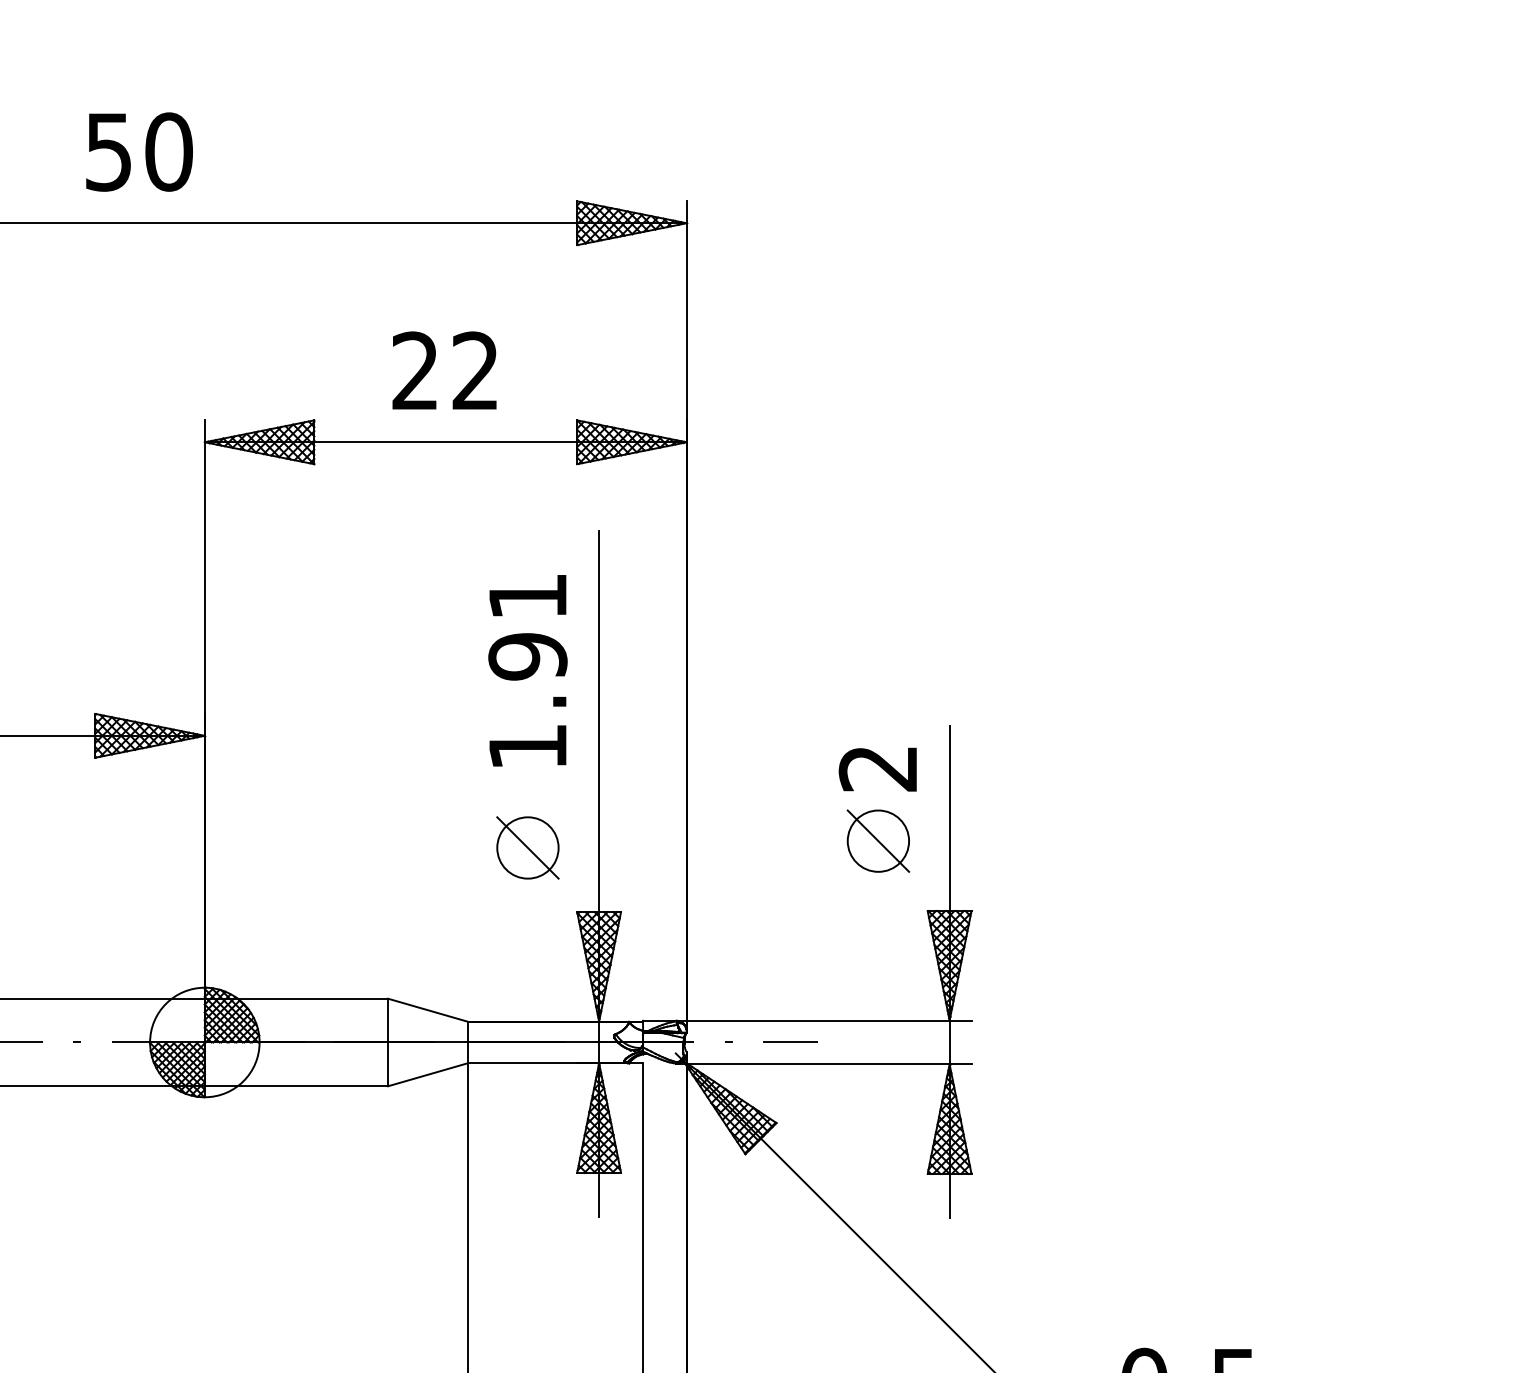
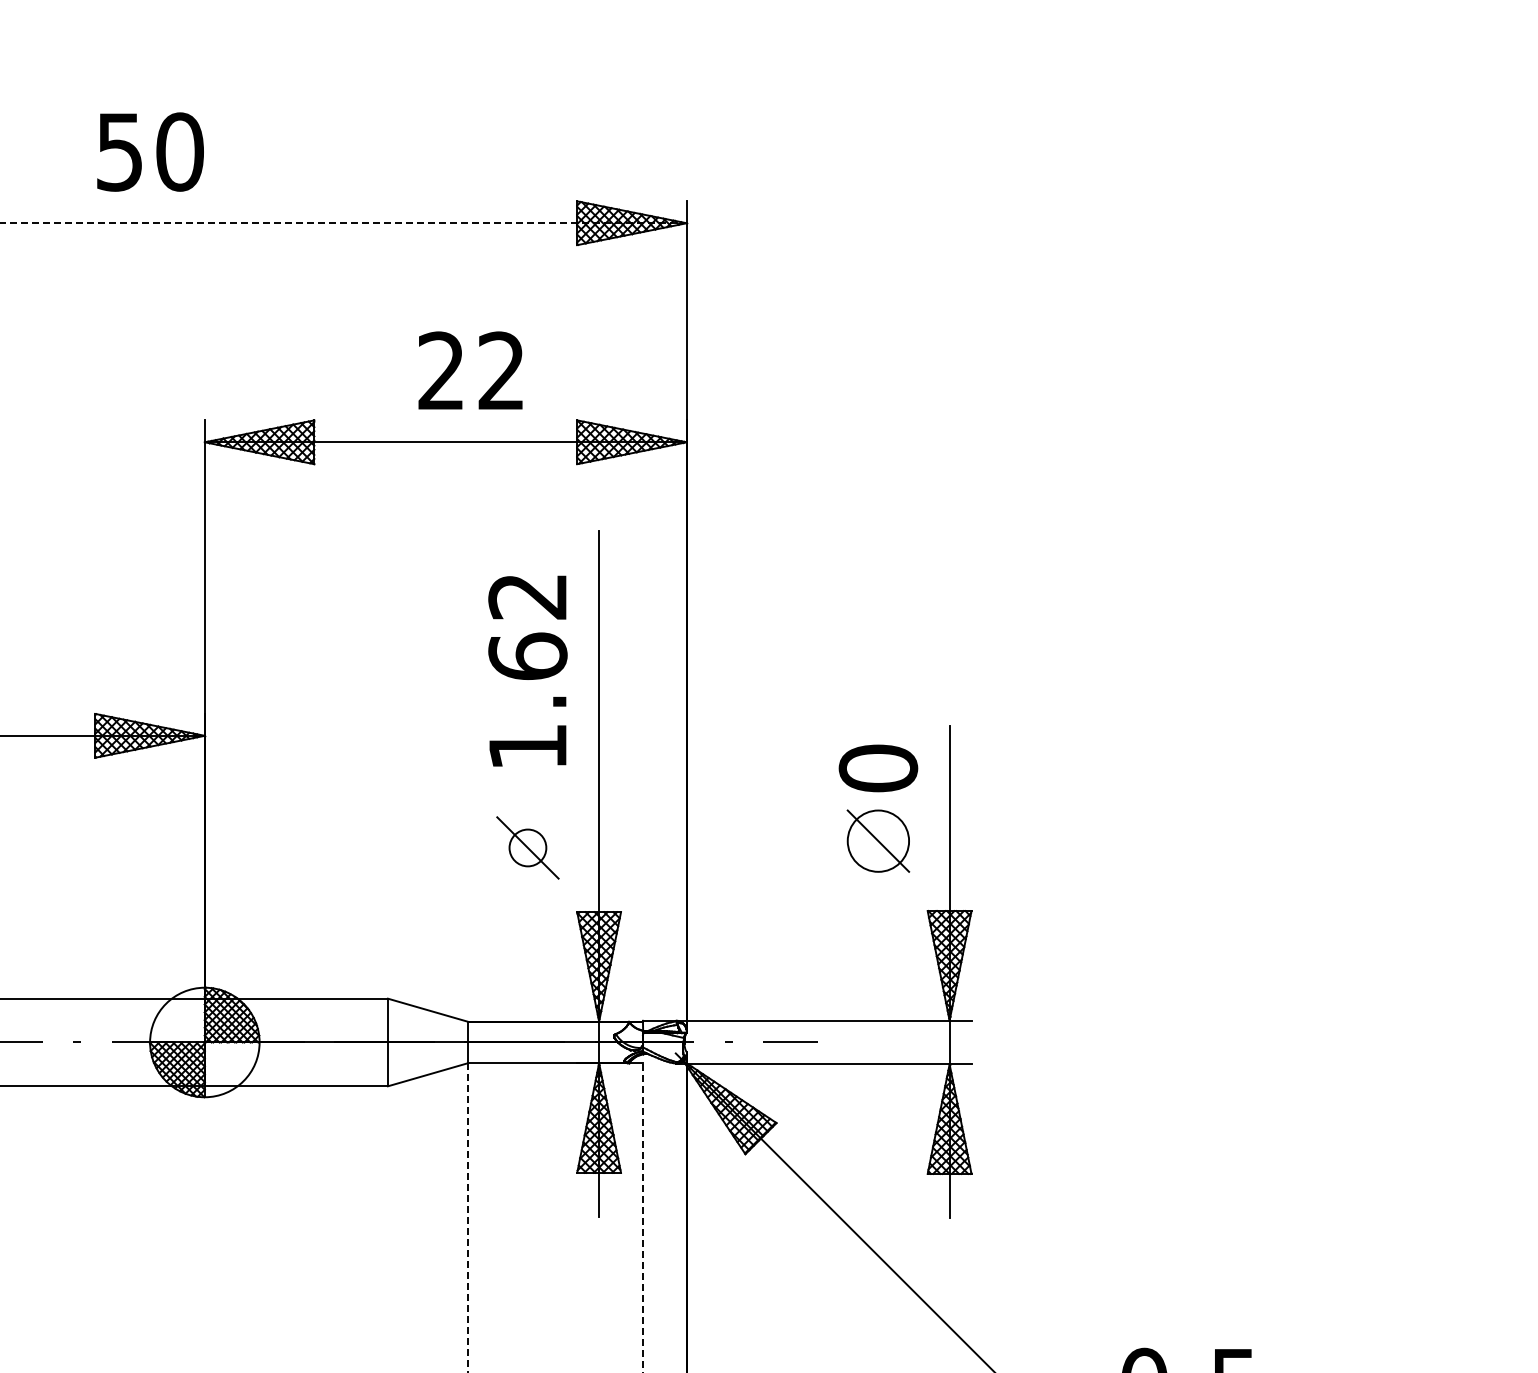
text at (139, 151) position: (139, 151) -> (150, 151)
line at (344, 223): solid -> dashed
text at (444, 370) position: (444, 370) -> (470, 370)
text at (527, 627): 1.91 -> 1.62
text at (878, 768): 2 -> 0
circle at (527, 847) diameter: 61 px -> 37 px
line at (467, 1218): solid -> dashed
line at (642, 1218): solid -> dashed
